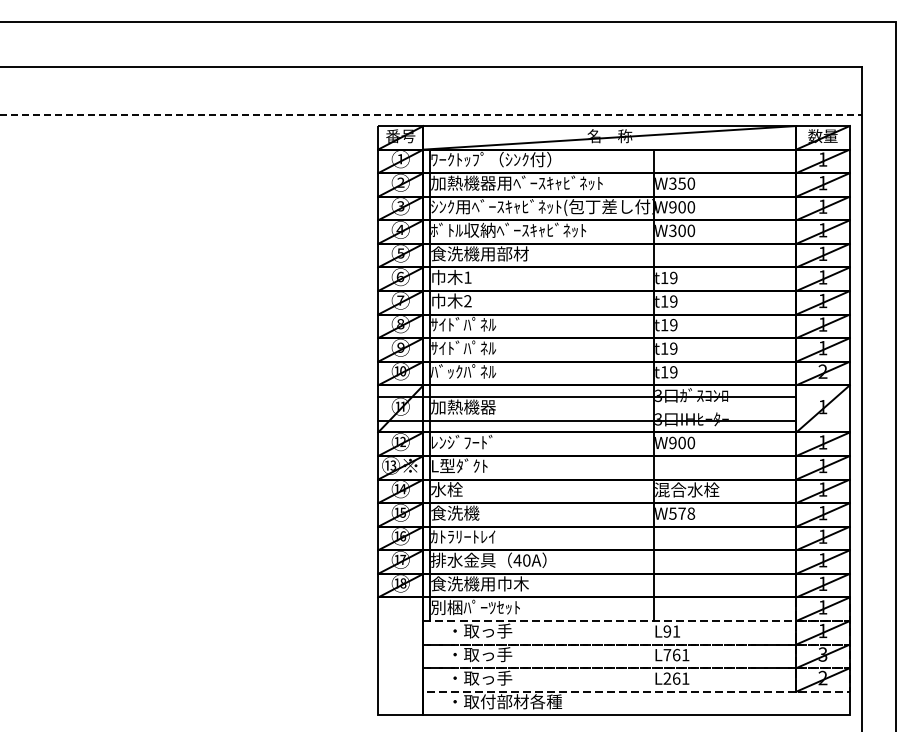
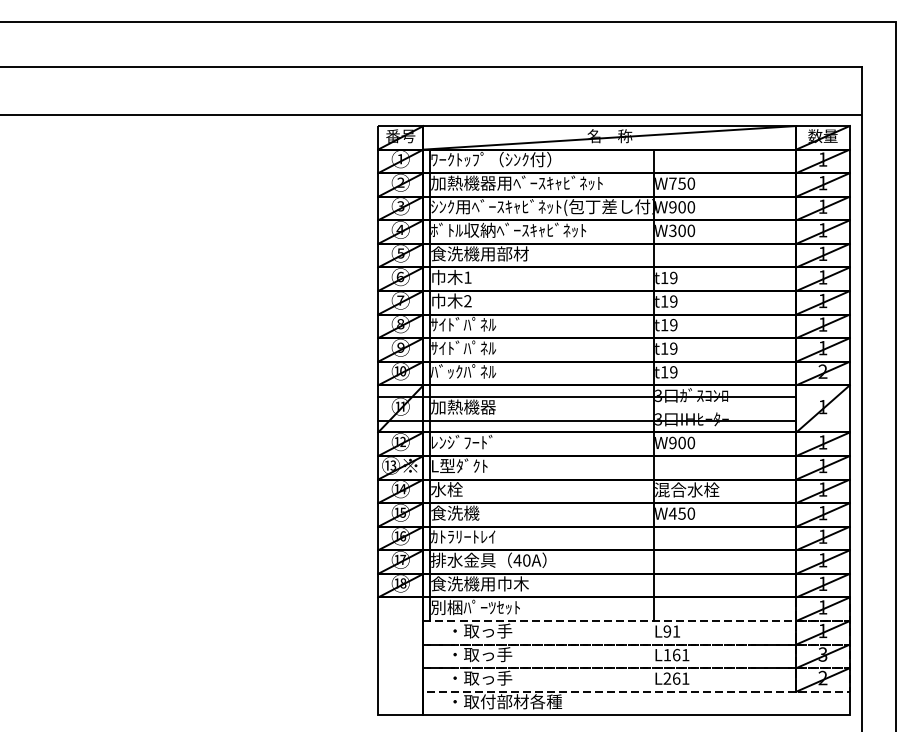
line at (431, 115): dashed -> solid
text at (672, 183): W350 -> W750
text at (681, 513): W578 -> W450
text at (667, 655): L761 -> L161
